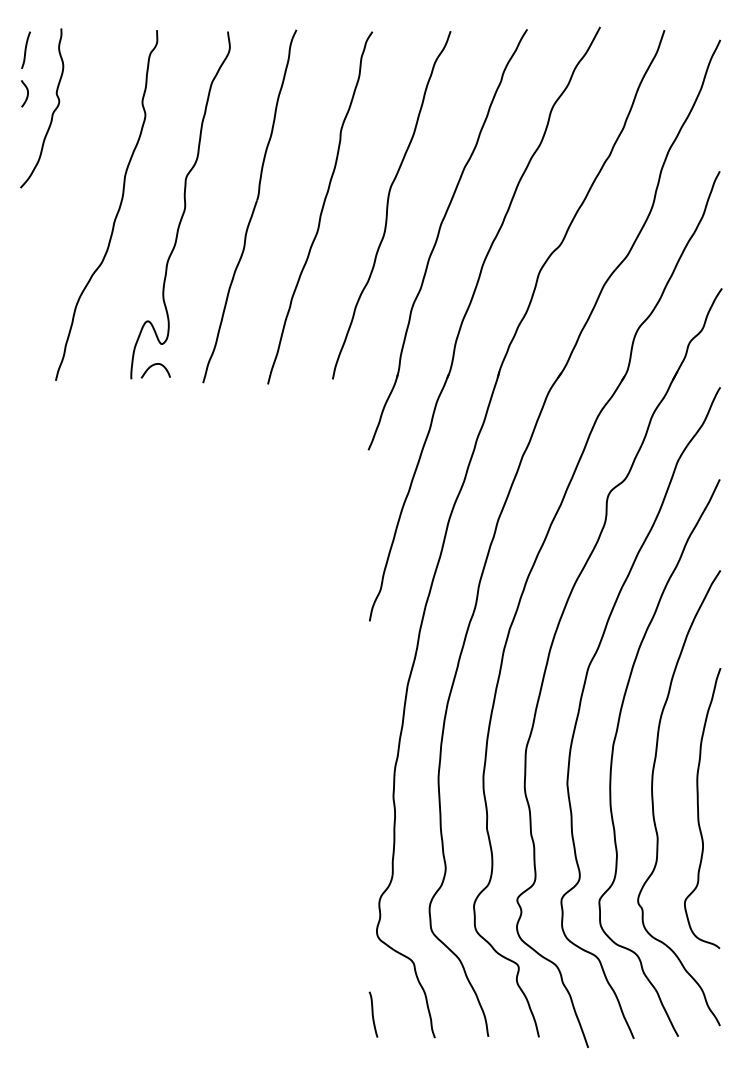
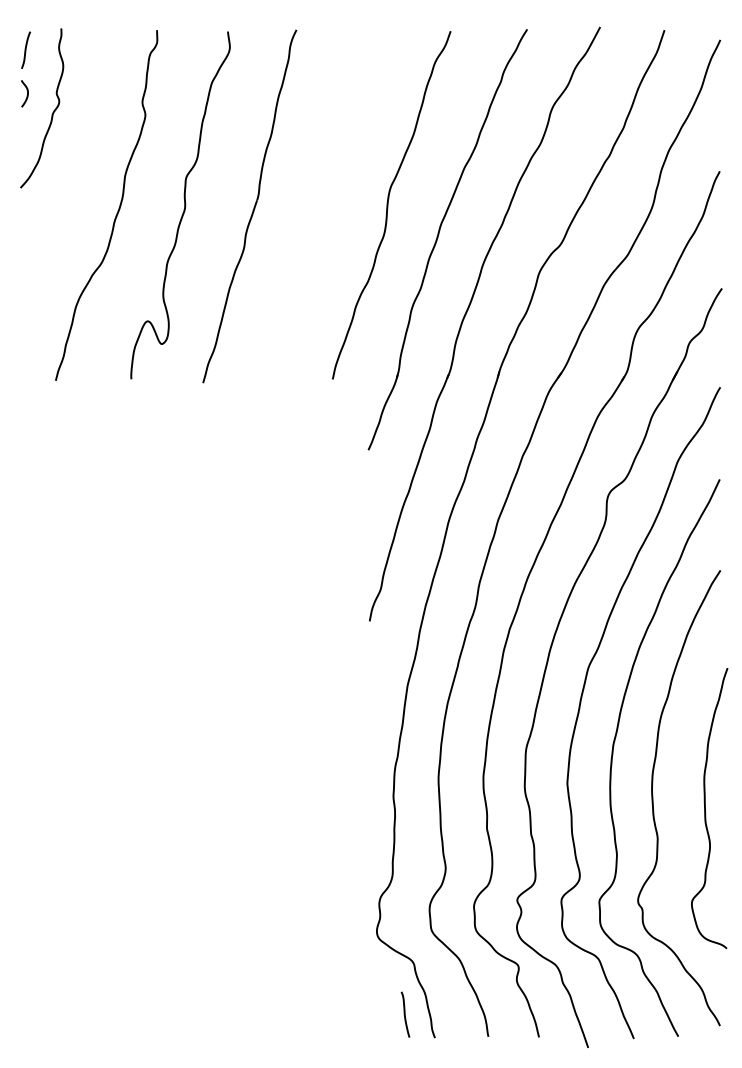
curve at (321, 208): present -> none
curve at (155, 365): present -> none
curve at (698, 808) position: (698, 808) -> (705, 808)
curve at (373, 1014) position: (373, 1014) -> (405, 1014)
